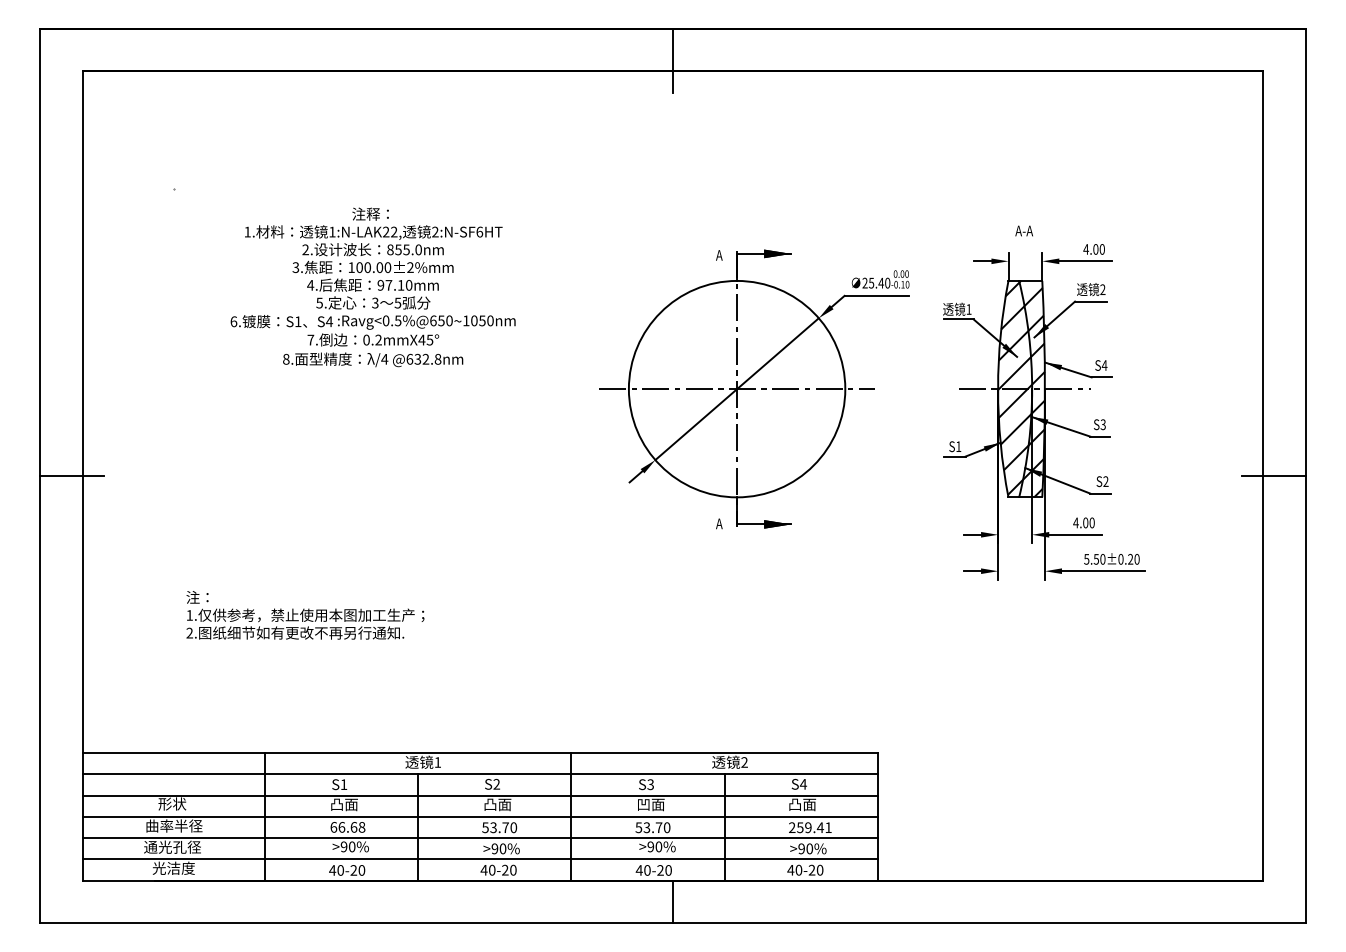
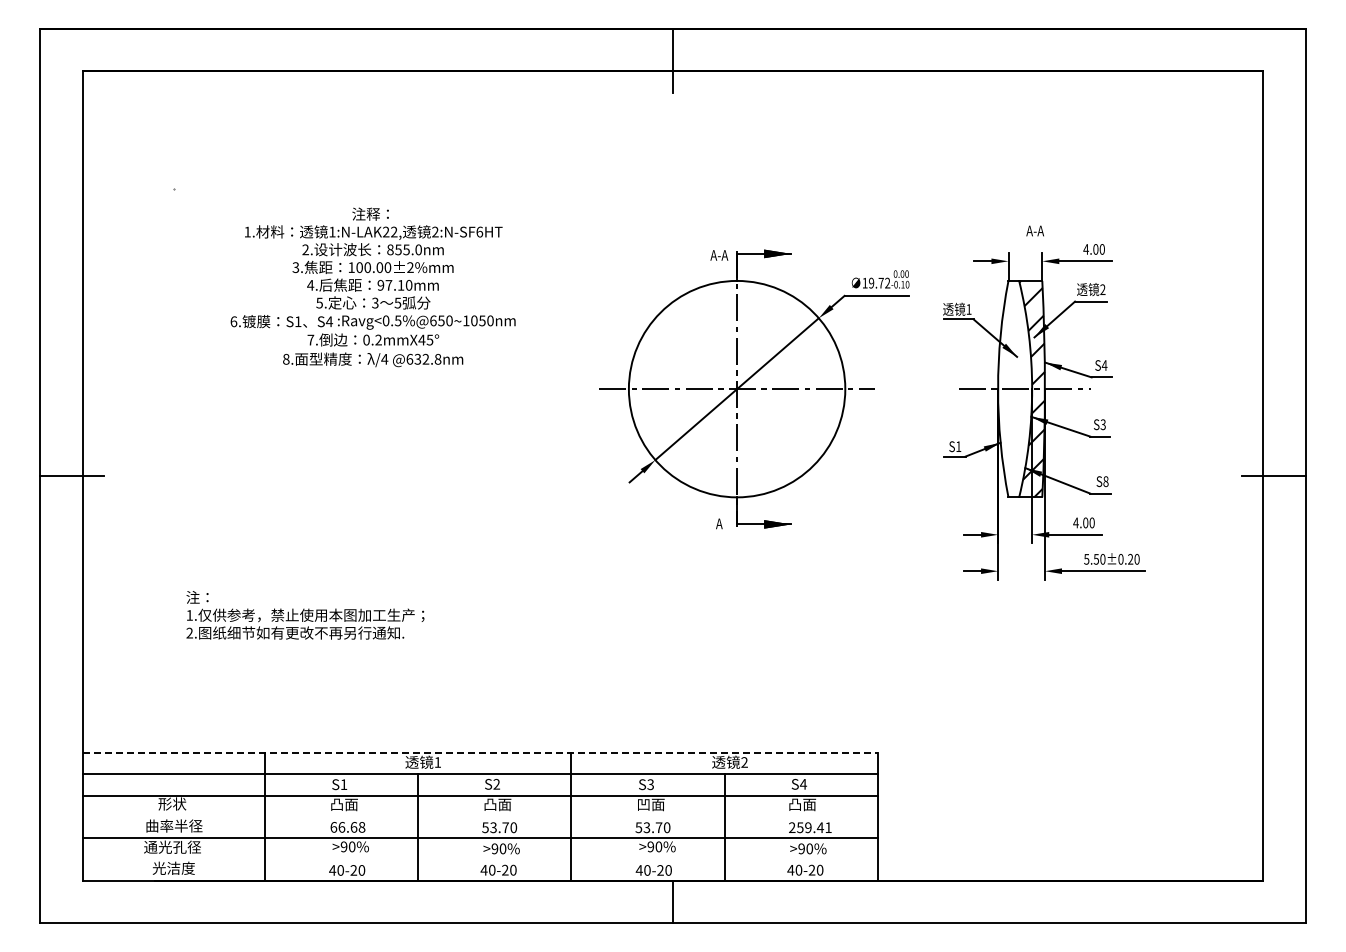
text at (1023, 230) position: (1023, 230) -> (1034, 230)
text at (719, 255): A -> A-A
text at (876, 282): 25.40 -> 19.72
hatch at (1015, 388): present -> none
text at (1105, 481): S2 -> S8
line at (480, 752): solid -> dashed
line at (480, 816): present -> none
line at (480, 859): present -> none
